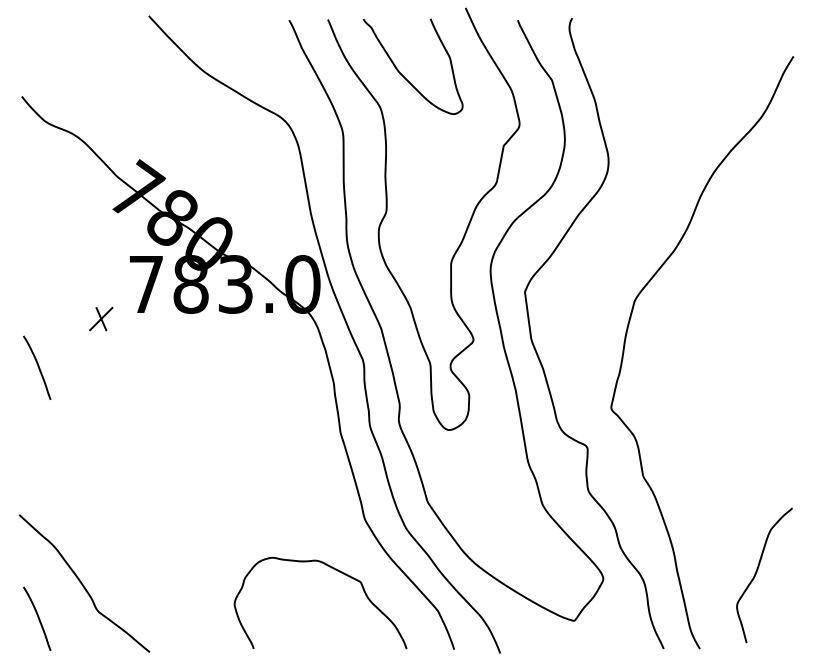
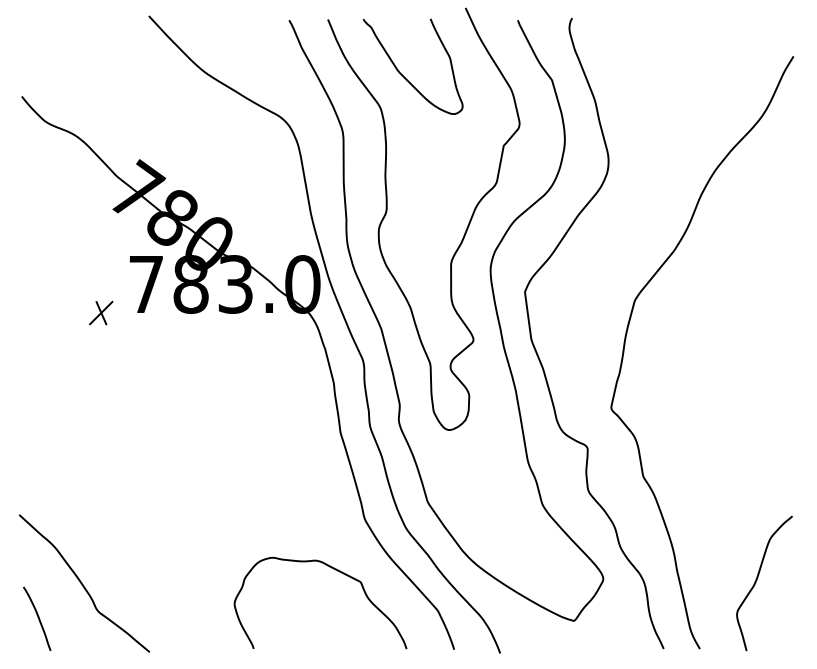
part at (101, 318) position: (101, 318) -> (101, 312)
curve at (37, 366): present -> none
curve at (757, 572) position: (757, 572) -> (757, 580)
